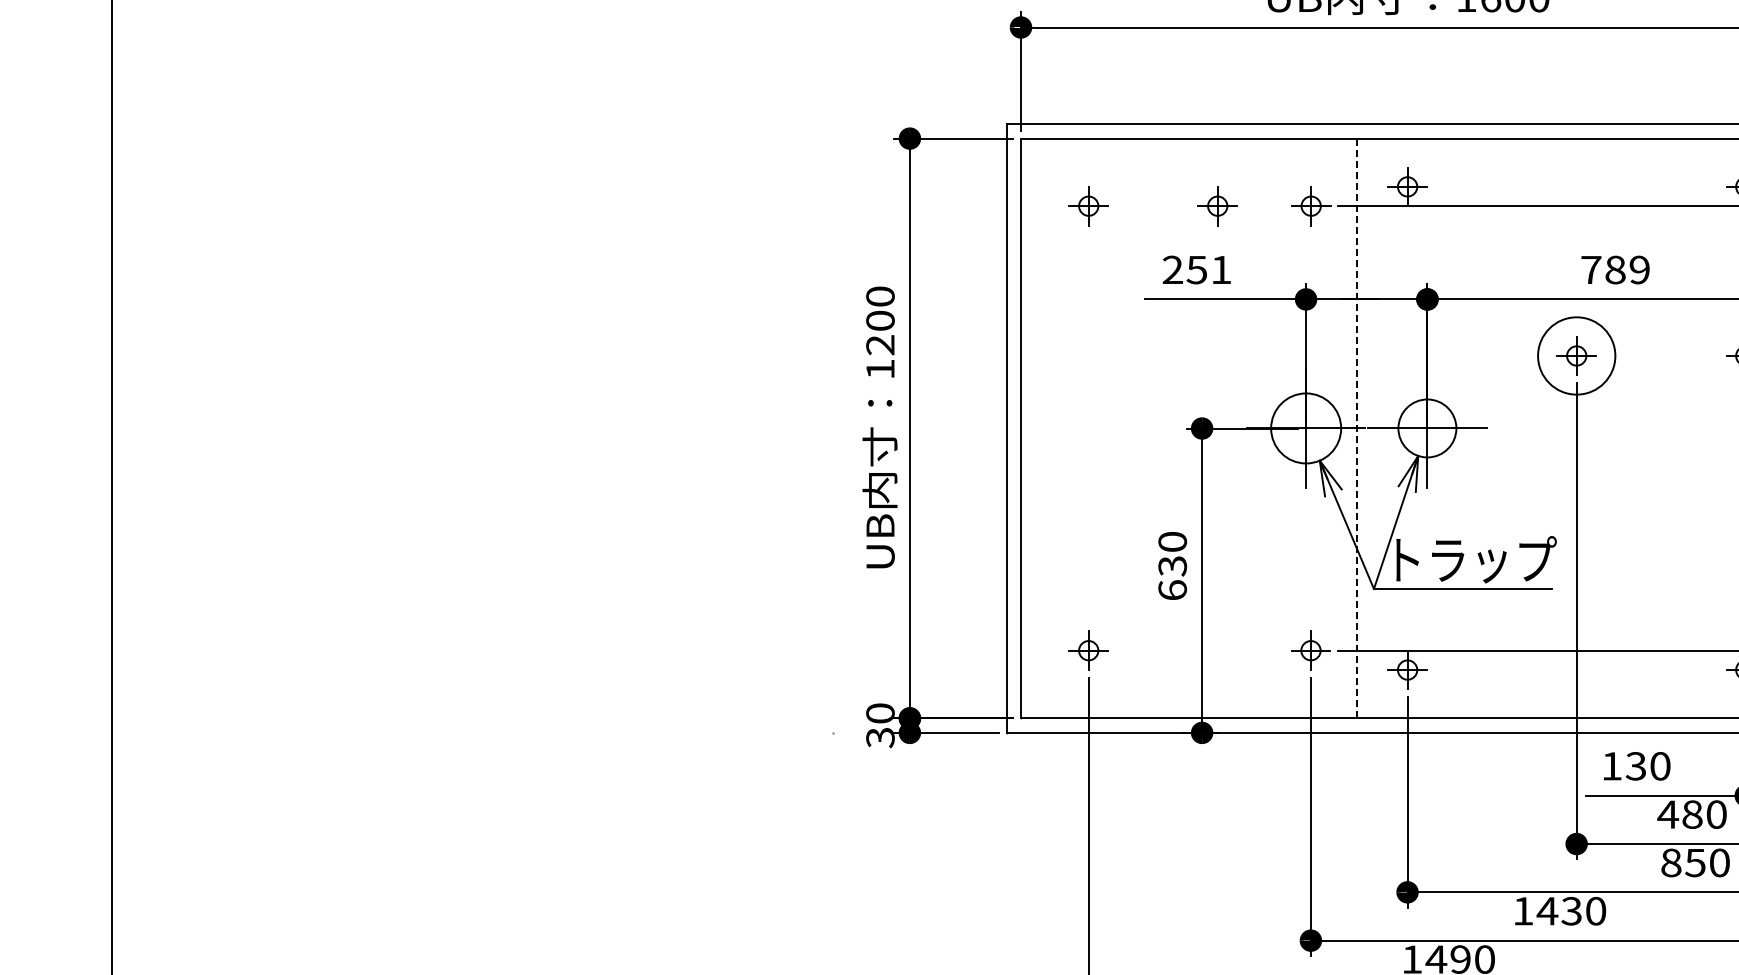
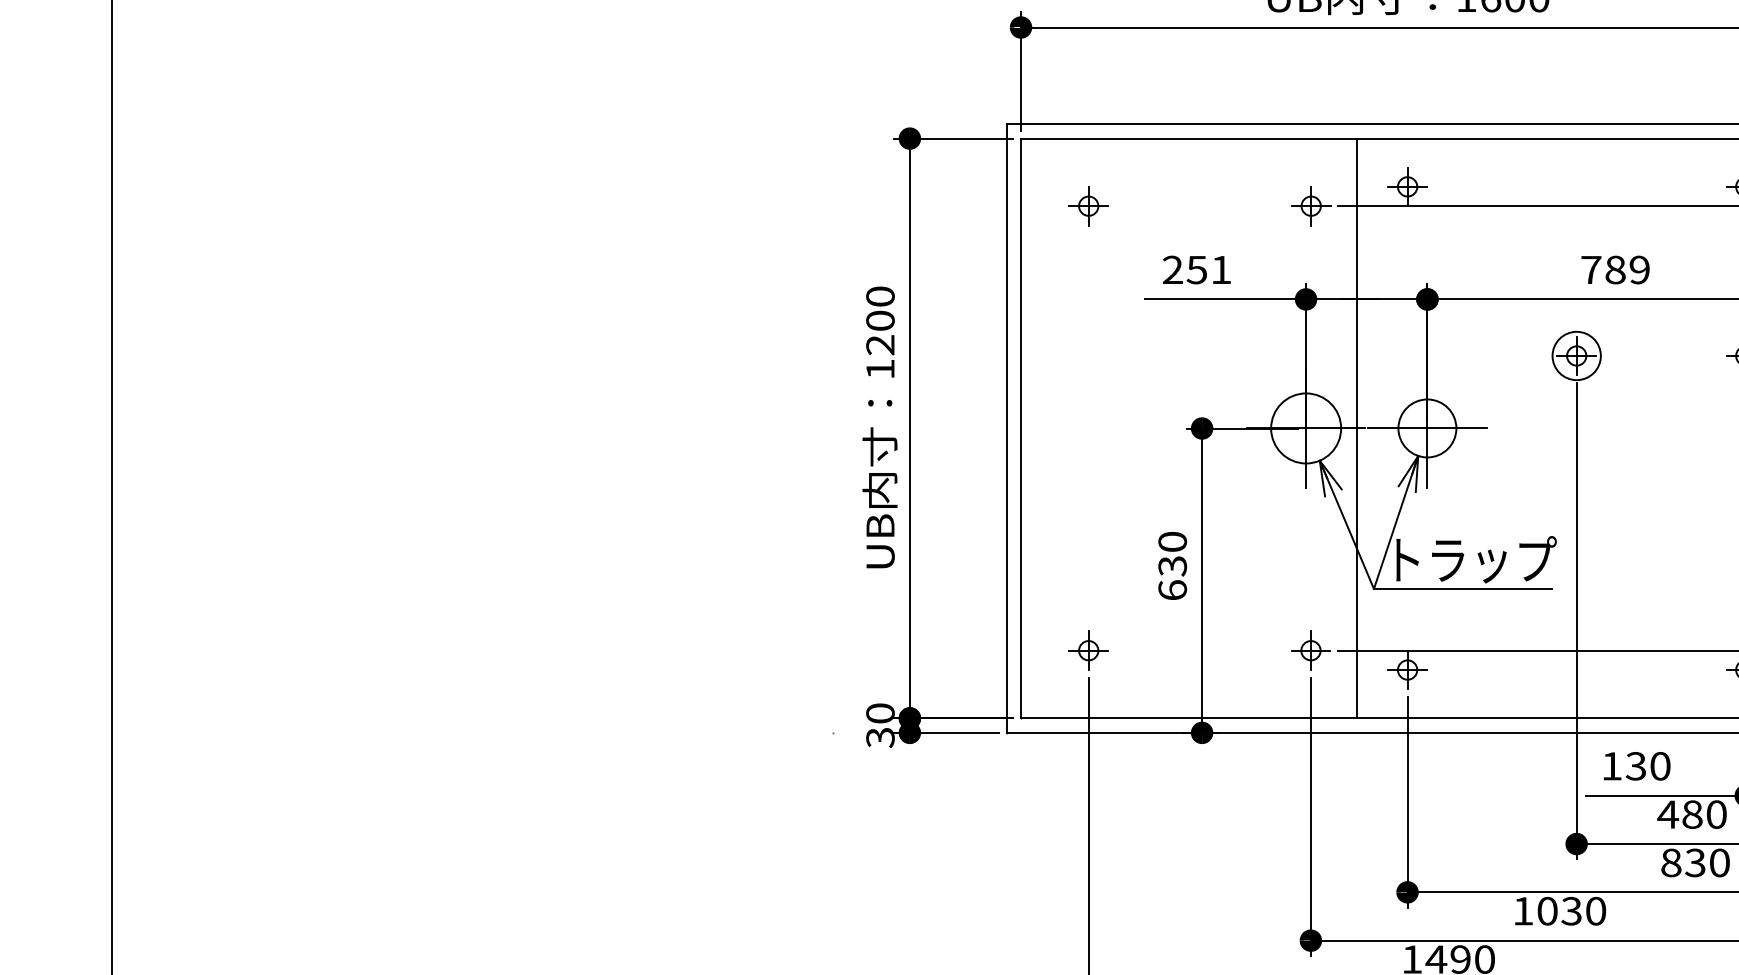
part at (1217, 206): present -> none
circle at (1576, 355) diameter: 77 px -> 48 px
line at (1356, 428): dashed -> solid
text at (1695, 862): 850 -> 830
text at (1547, 910): 1430 -> 1030
